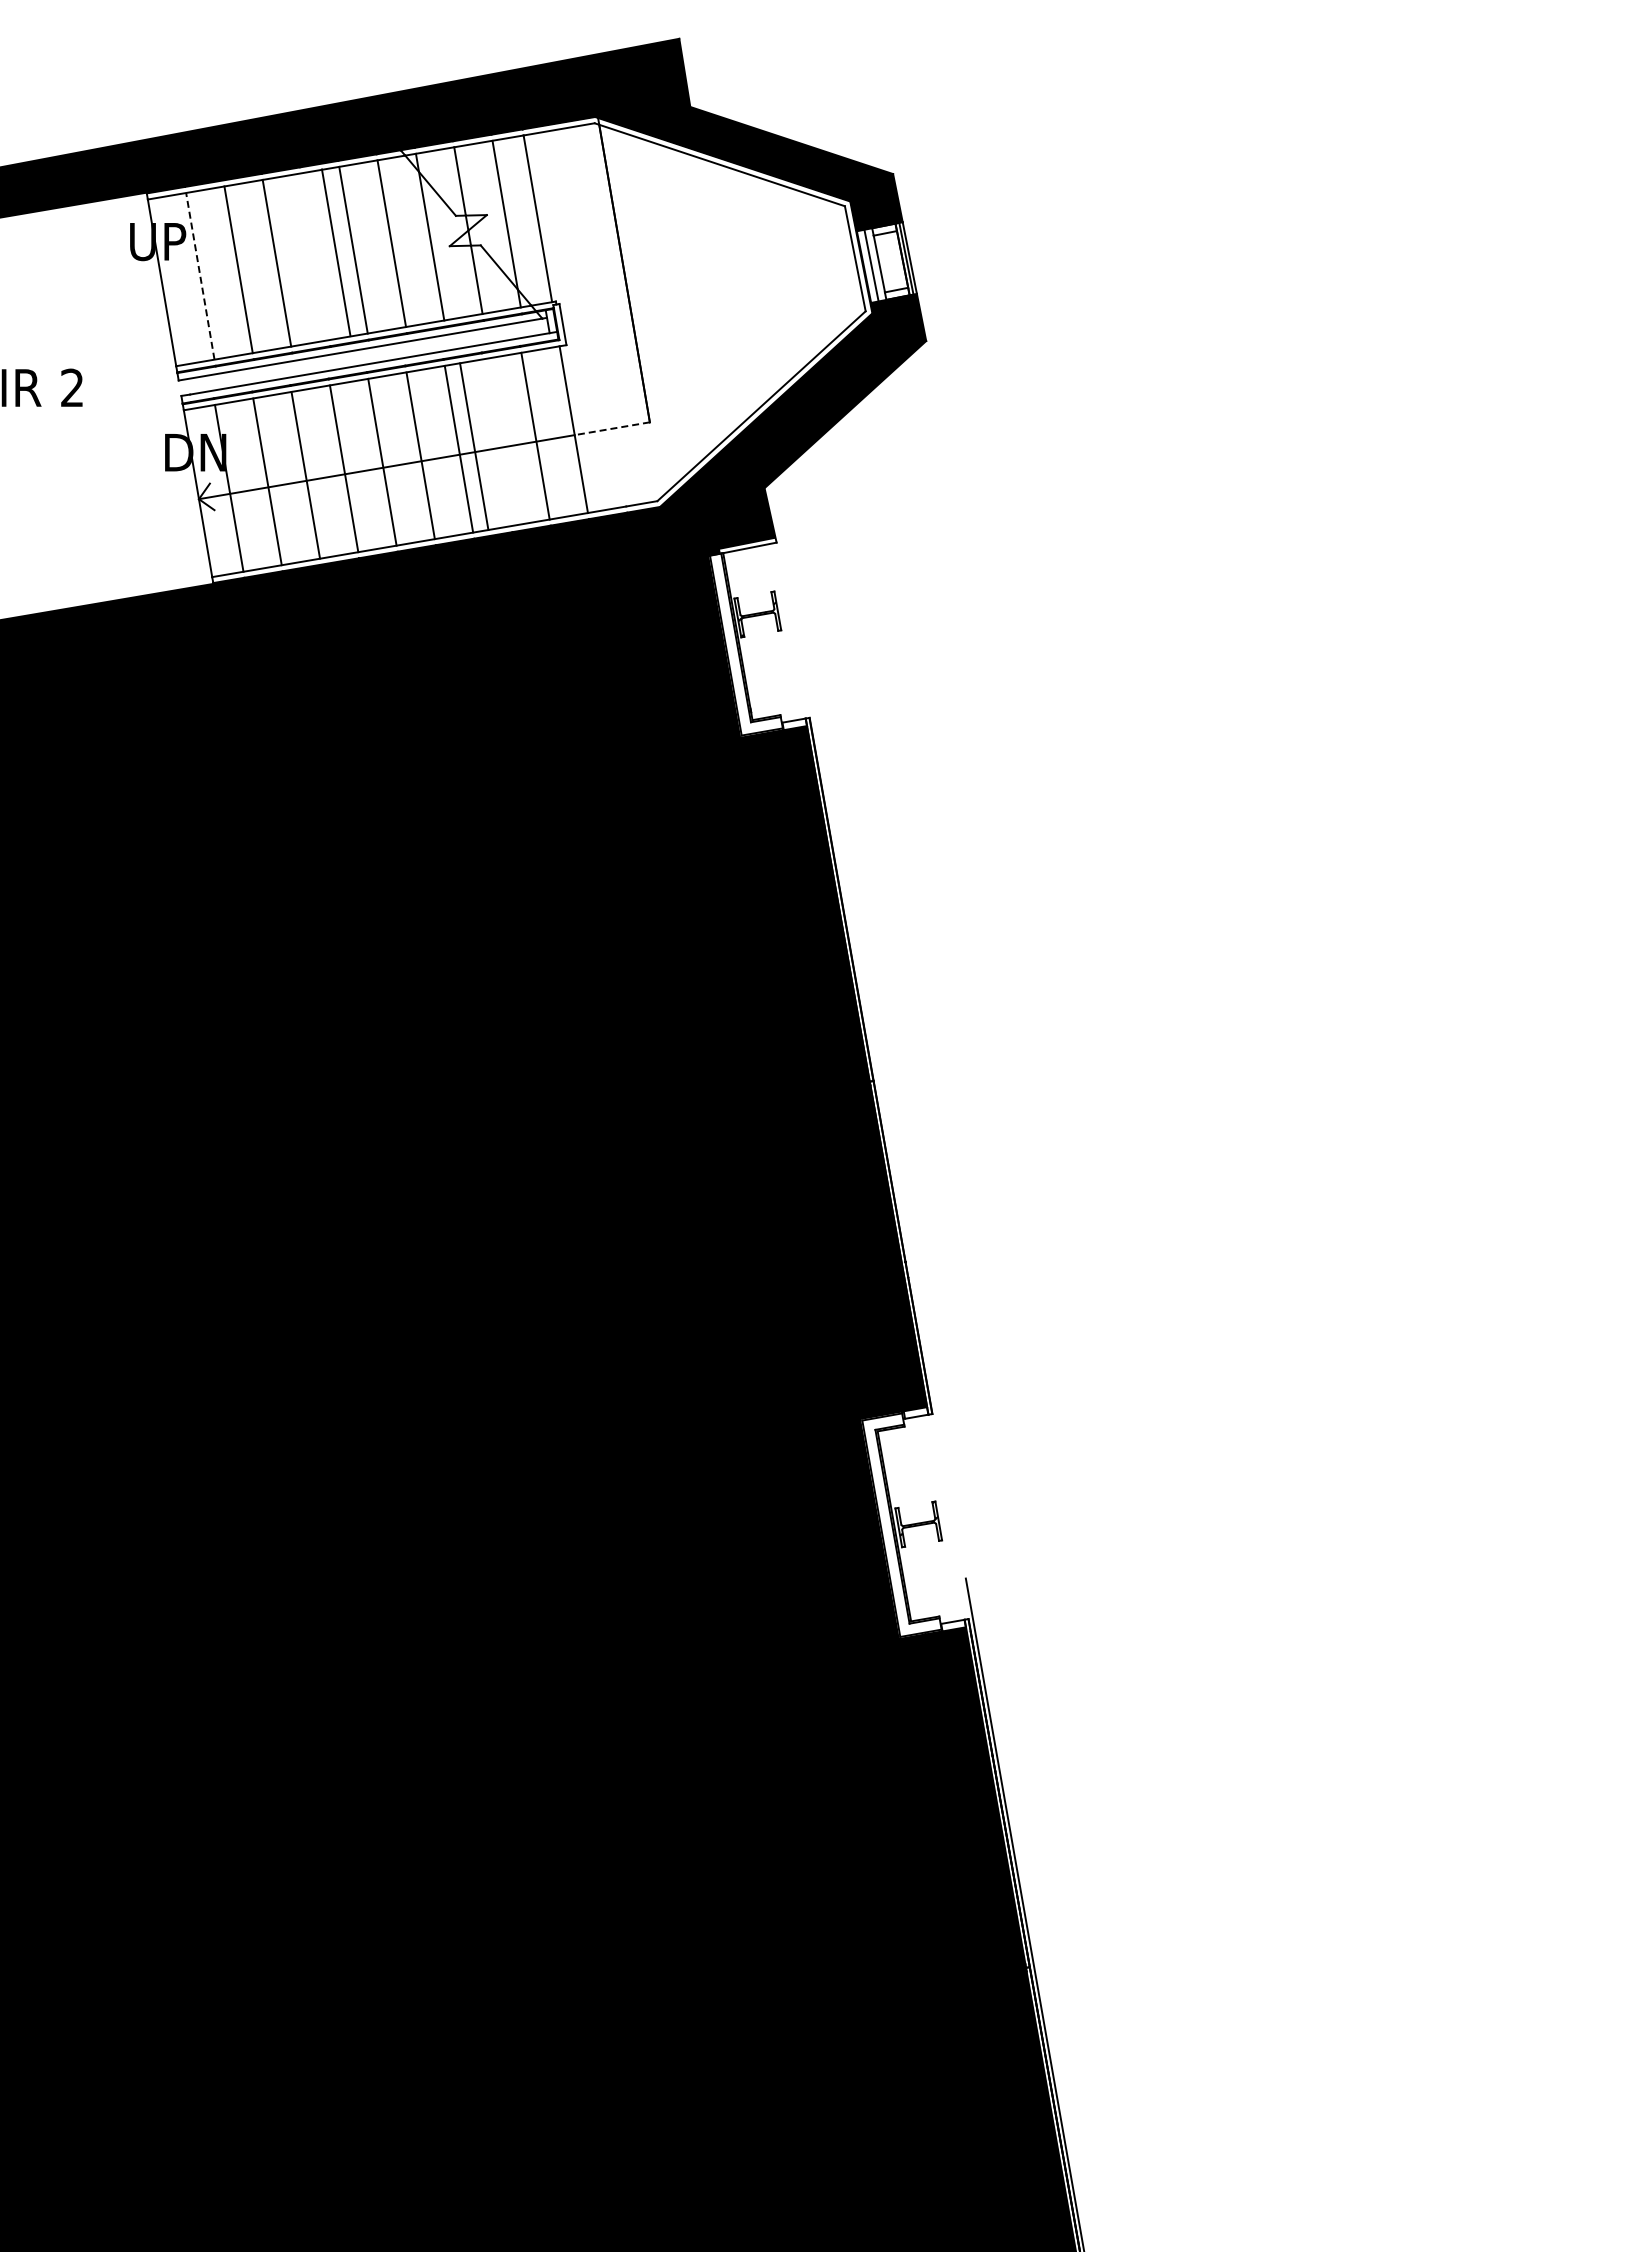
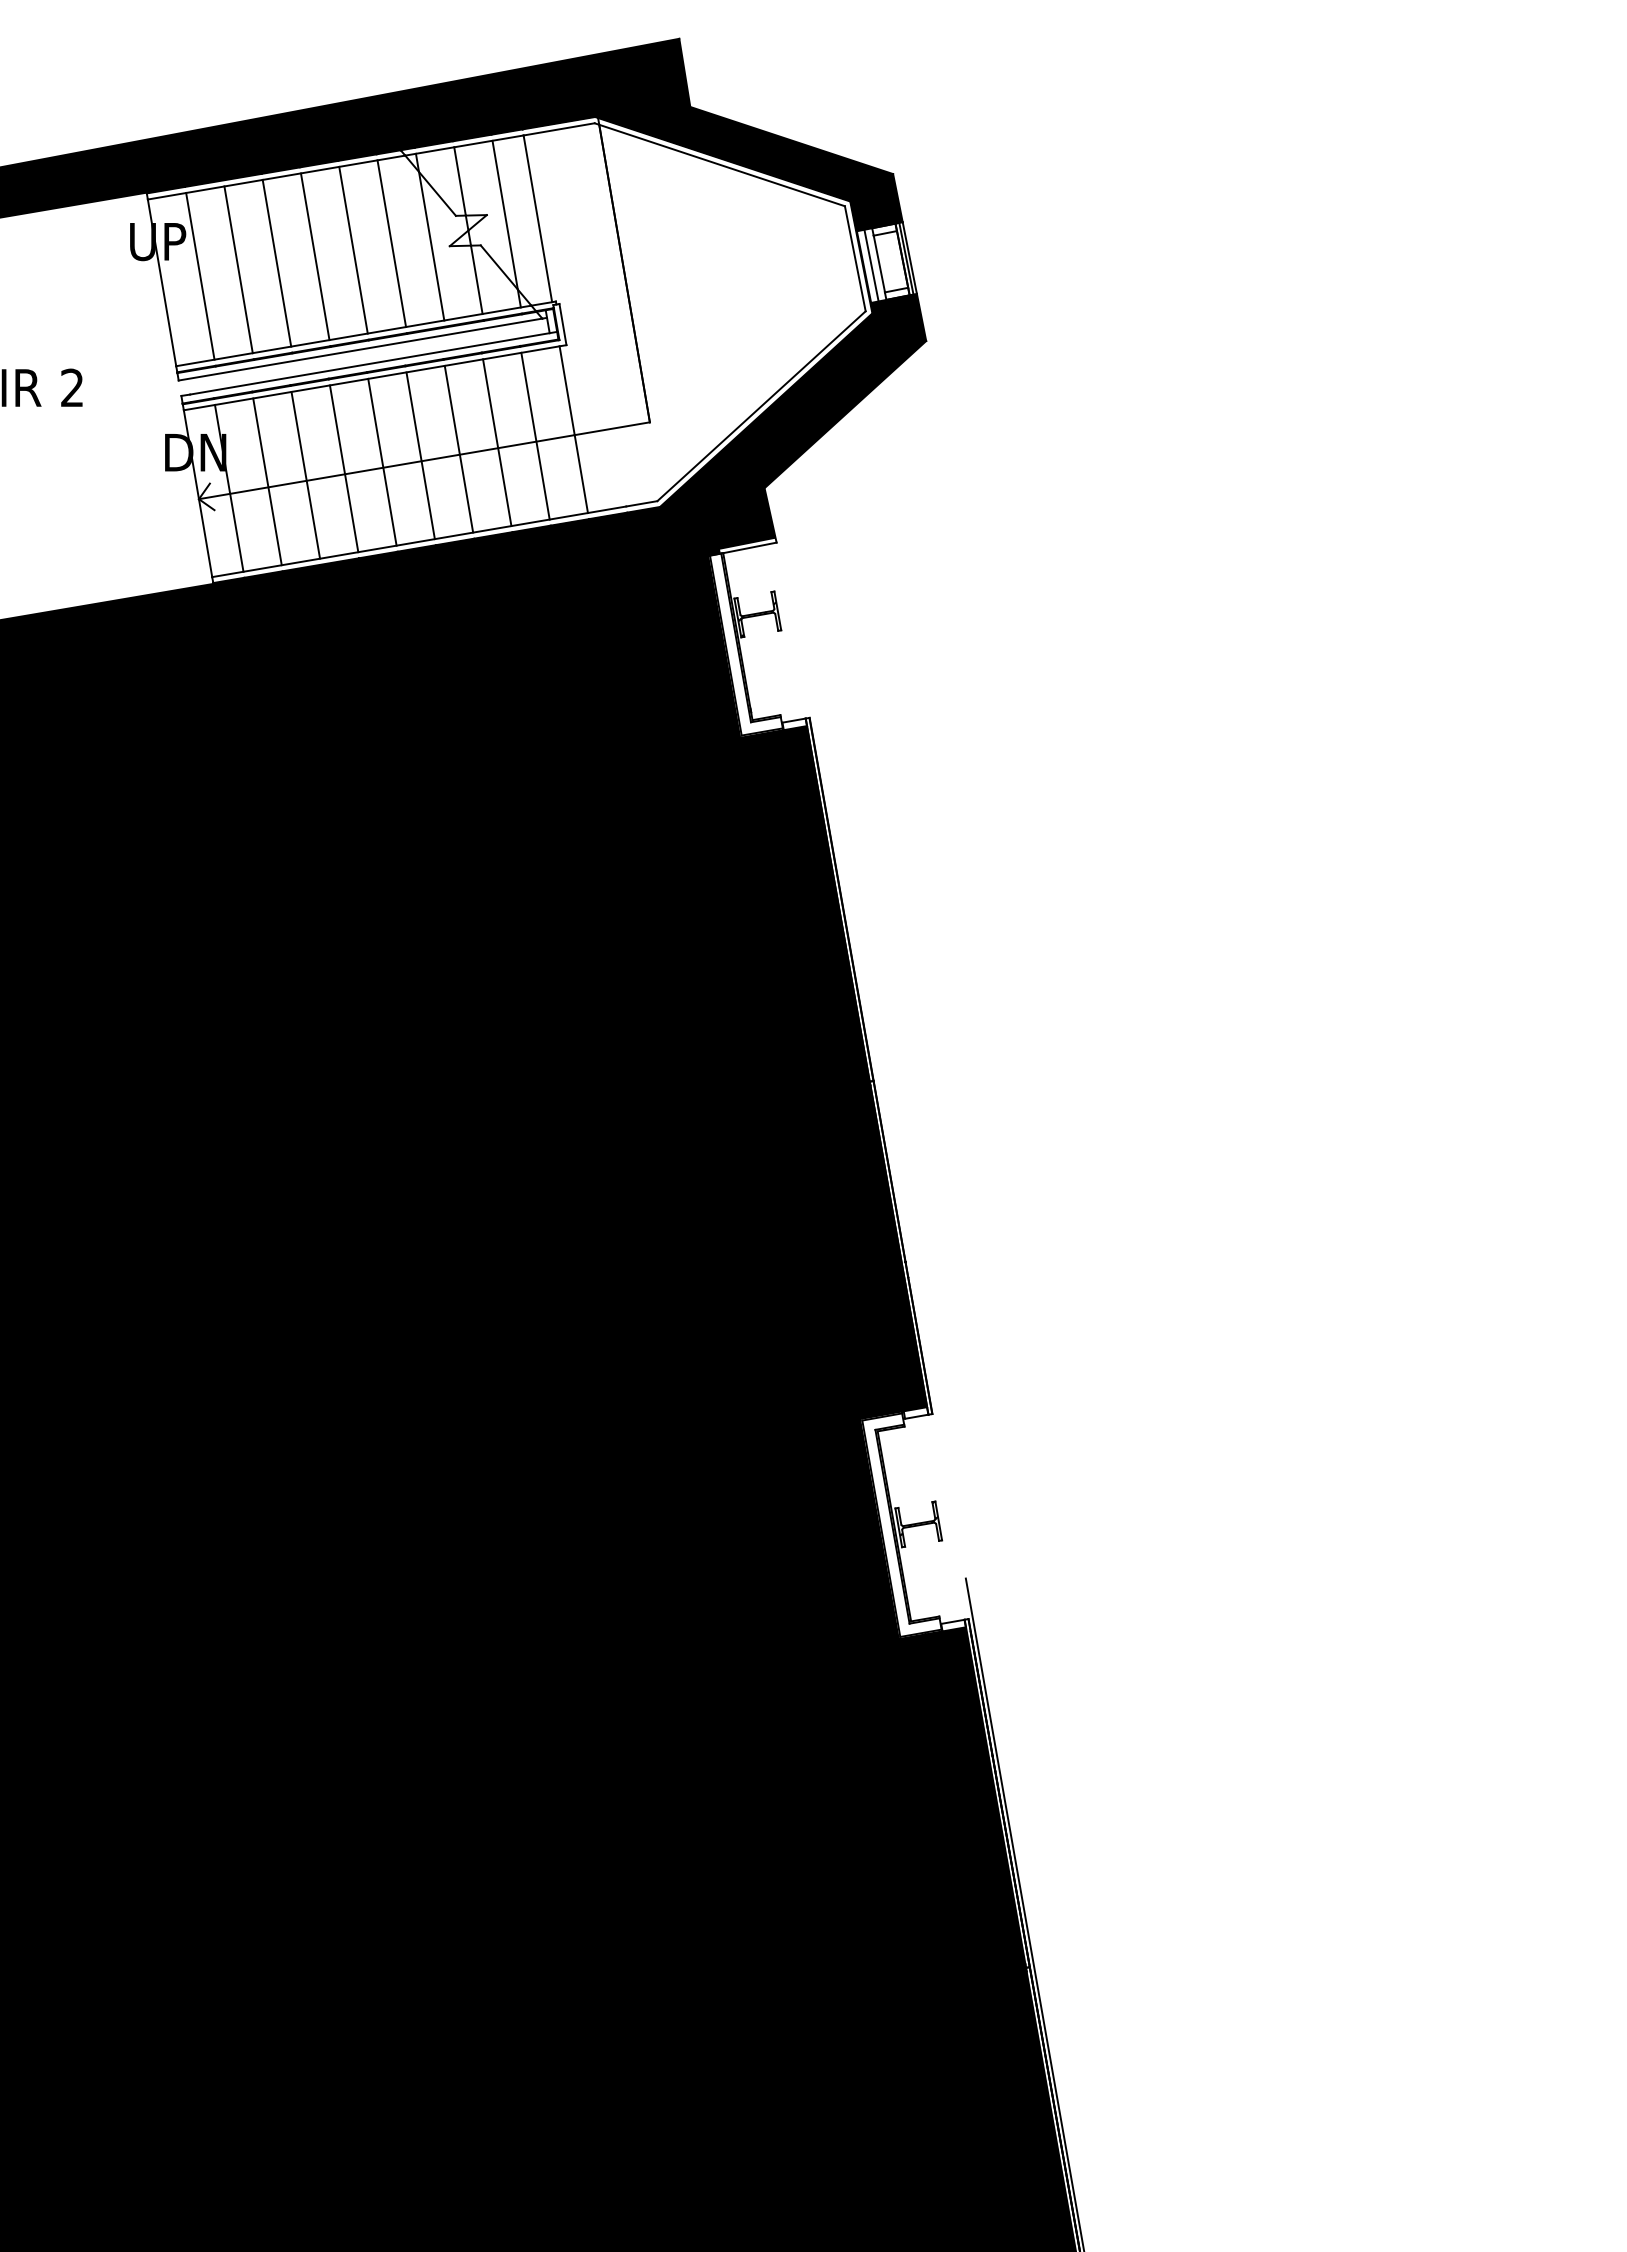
line at (335, 252) position: (335, 252) -> (314, 256)
line at (200, 276): dashed -> solid
line at (611, 428): dashed -> solid
line at (474, 446) position: (474, 446) -> (497, 442)
